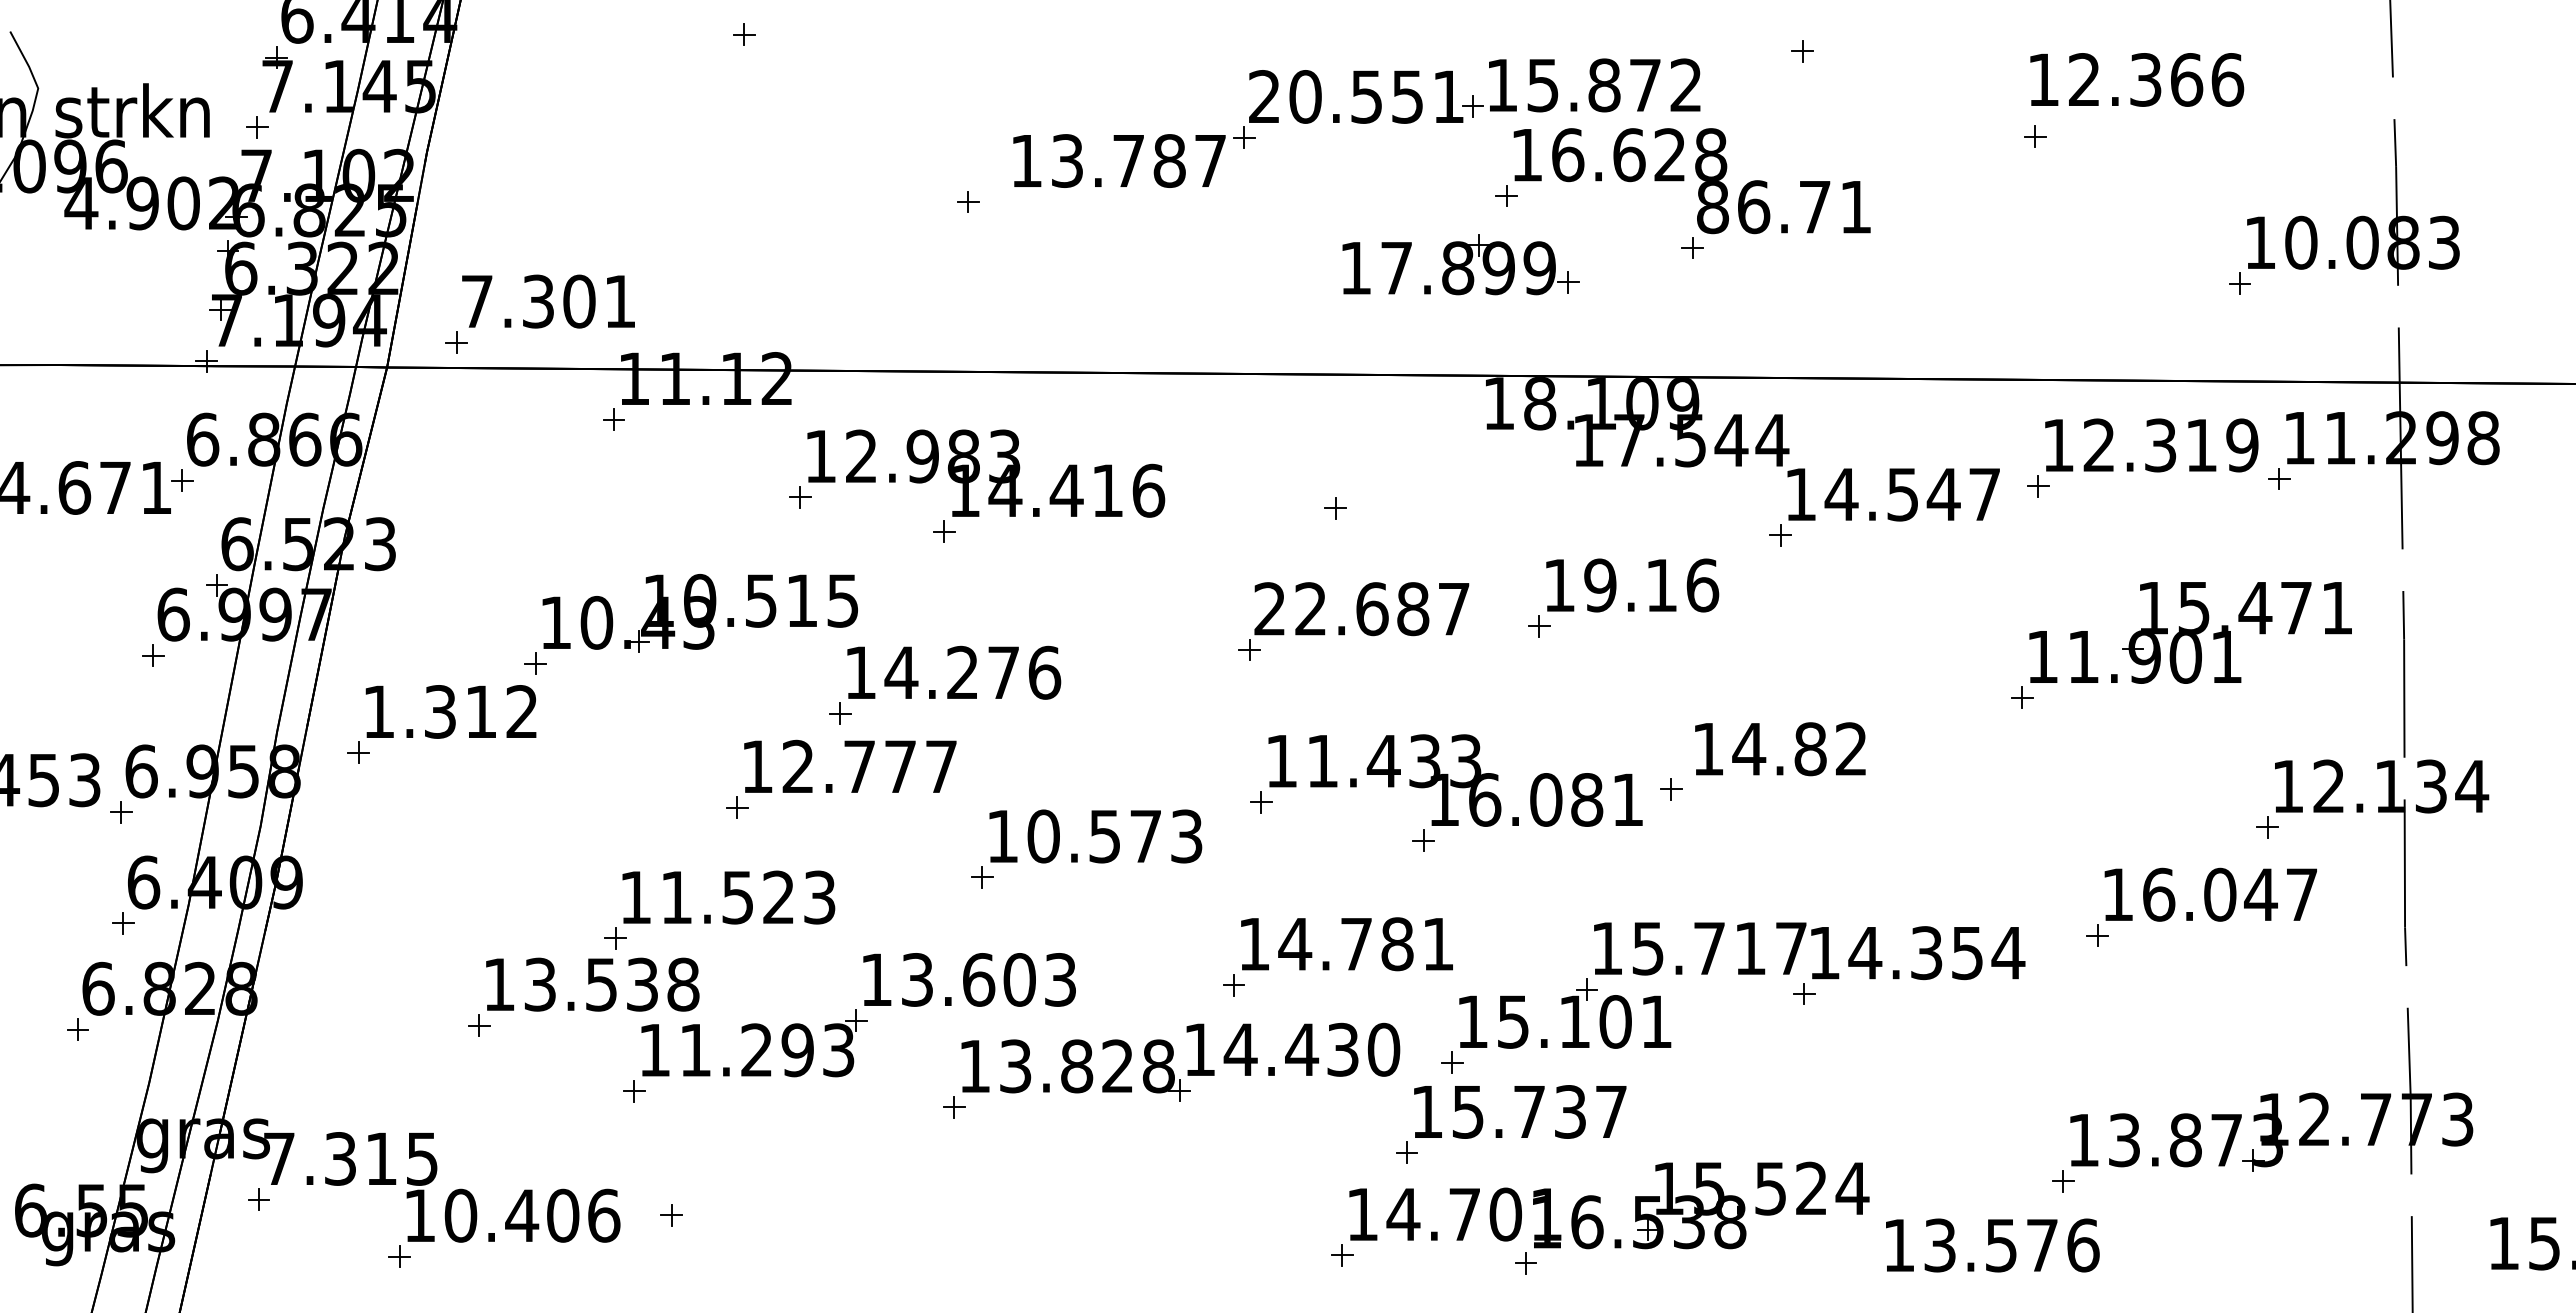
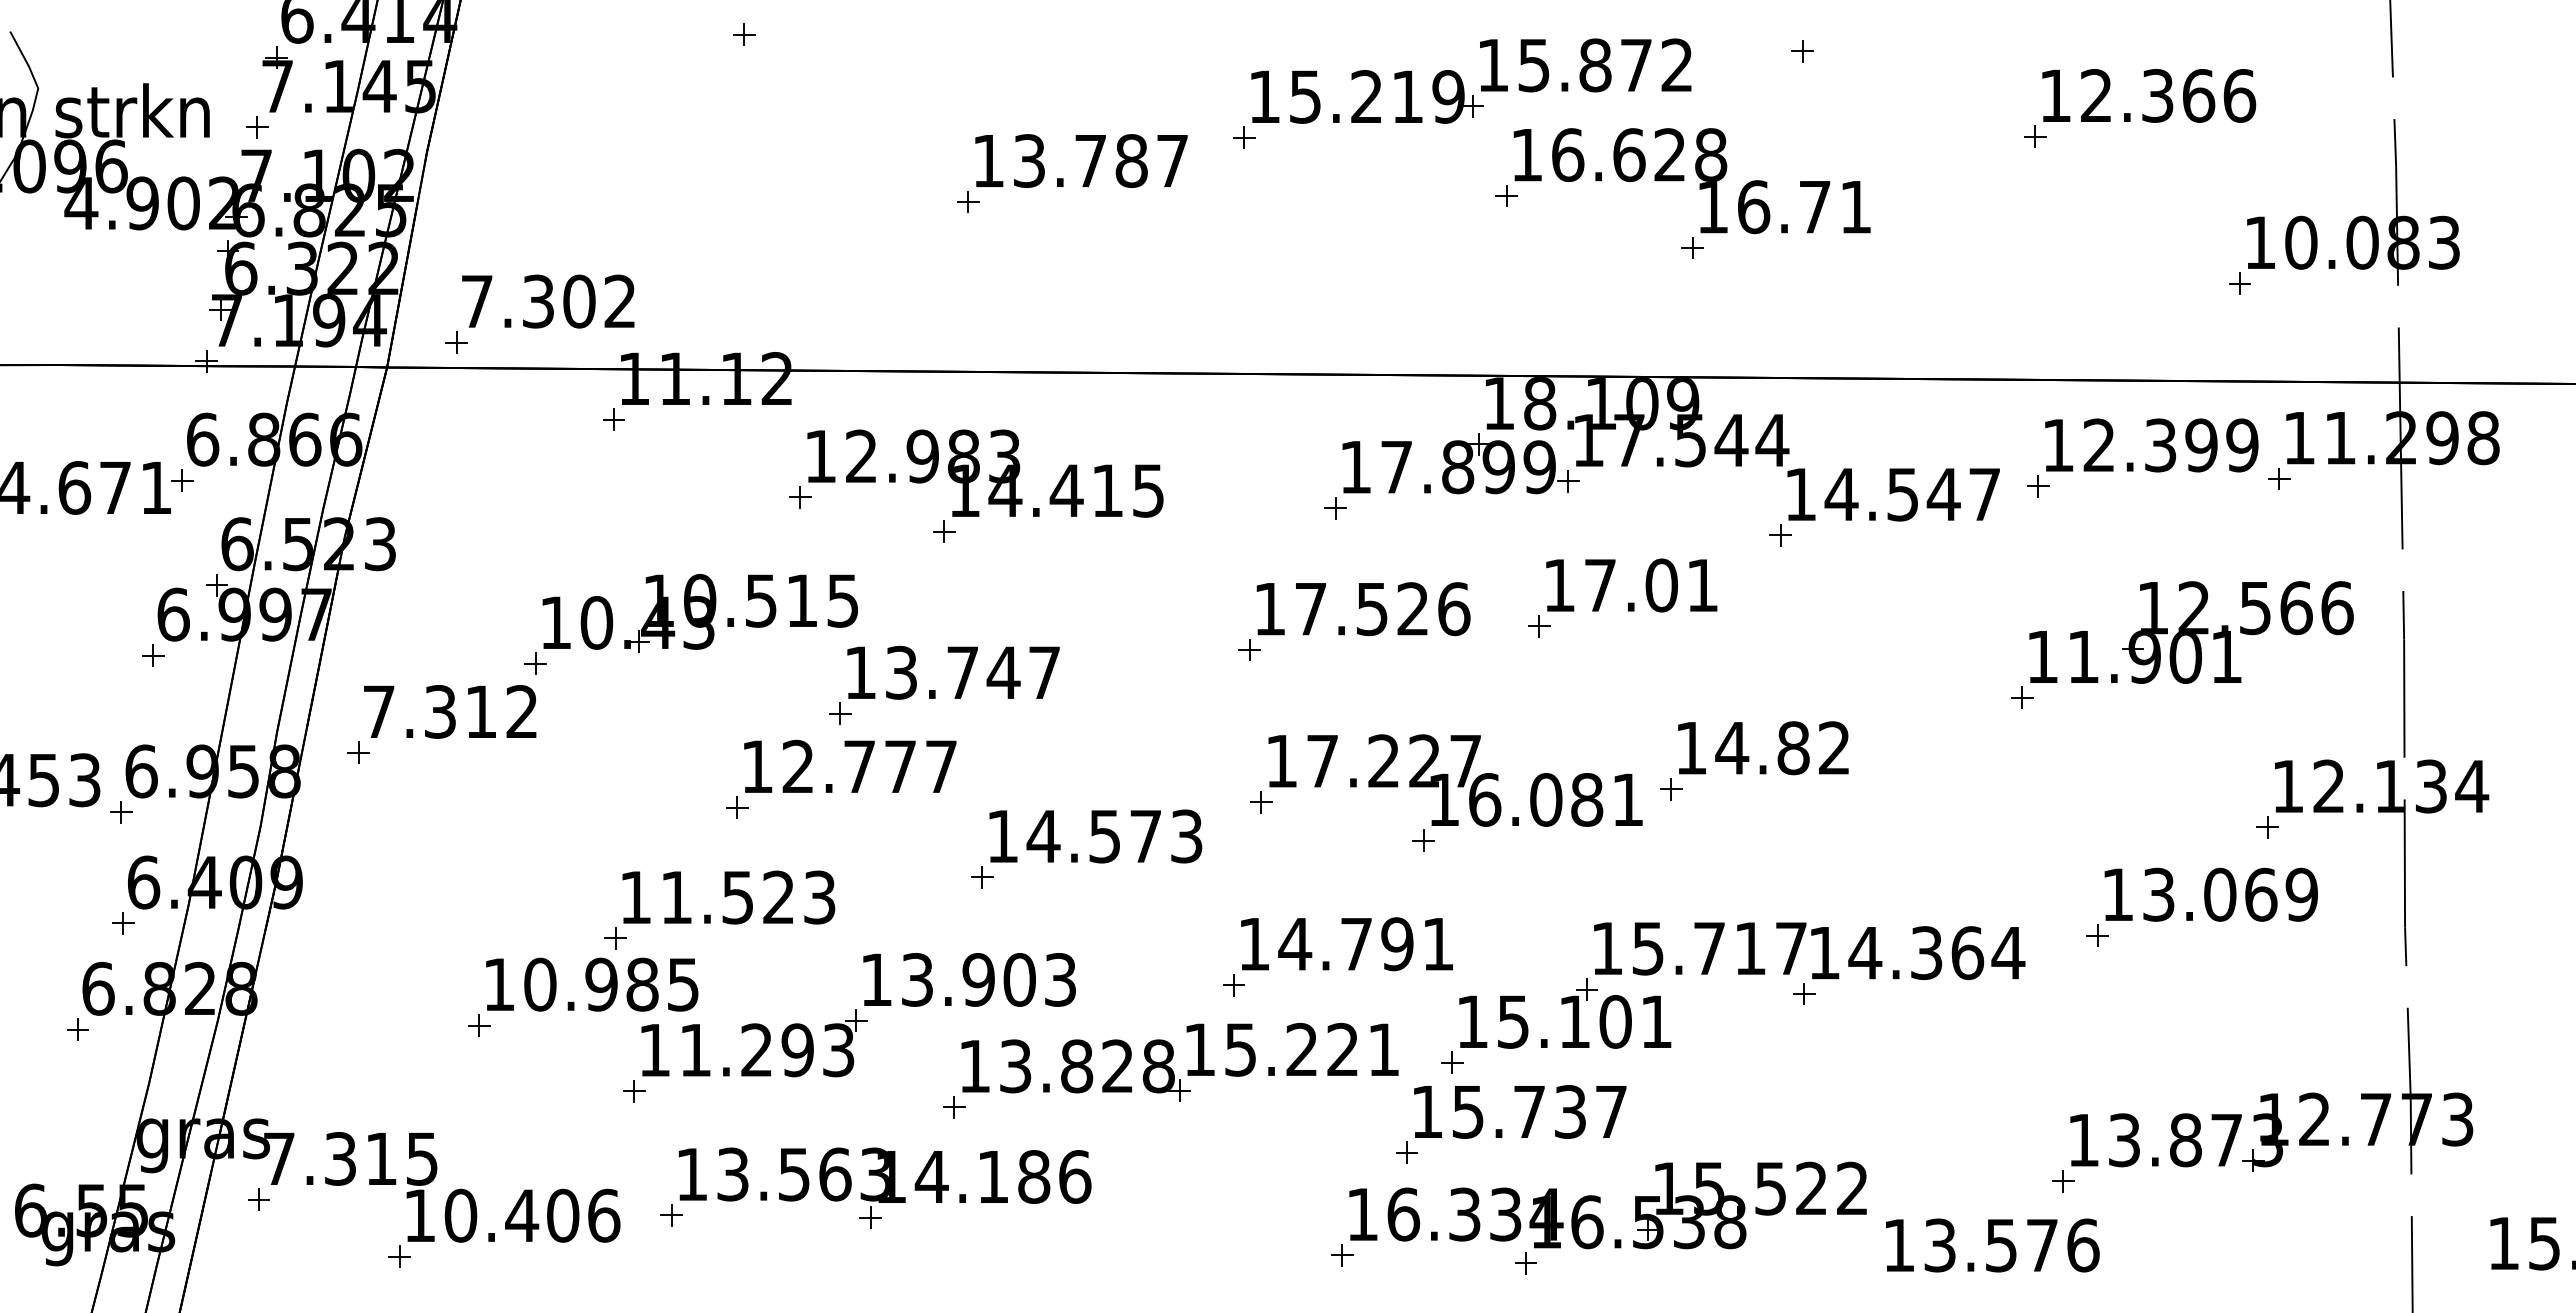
text at (2137, 79) position: (2137, 79) -> (2149, 95)
text at (1594, 85) position: (1594, 85) -> (1585, 65)
text at (1356, 96): 20.551 -> 15.219
text at (1119, 160) position: (1119, 160) -> (1081, 160)
text at (1713, 207): 86.71 -> 16.71
part at (1460, 264) position: (1460, 264) -> (1460, 463)
text at (619, 300): 7.301 -> 7.302
text at (2201, 445): 12.319 -> 12.399
text at (1148, 490): 14.416 -> 14.415
text at (1651, 585): 19.16 -> 17.01
text at (2265, 608): 15.471 -> 12.566
text at (1362, 609): 22.687 -> 17.526
text at (972, 672): 14.276 -> 13.747
text at (379, 711): 1.312 -> 7.312
text at (1780, 749) position: (1780, 749) -> (1763, 748)
text at (1394, 761): 11.433 -> 17.227
text at (1043, 836): 10.573 -> 14.573
text at (2230, 894): 16.047 -> 13.069
text at (1397, 944): 14.781 -> 14.791
text at (1967, 953): 14.354 -> 14.364
text at (978, 979): 13.603 -> 13.903
text at (611, 984): 13.538 -> 10.985
text at (1311, 1049): 14.430 -> 15.221
part at (884, 1187): none -> present
text at (1852, 1187): 15.524 -> 15.522
text at (1474, 1214): 14.701 -> 16.334
